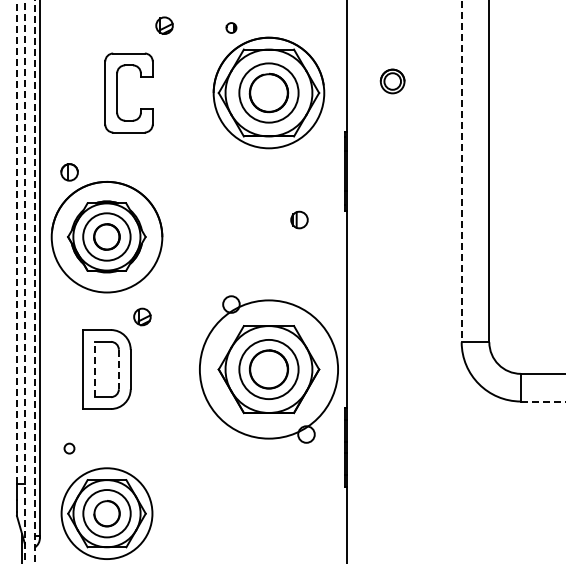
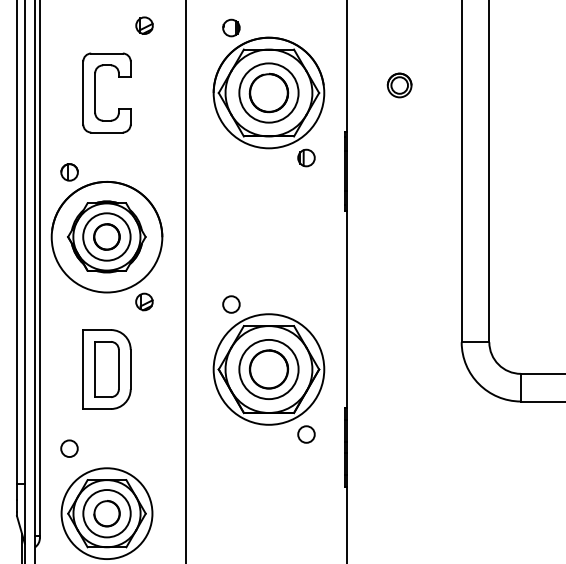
part at (164, 25) position: (164, 25) -> (144, 25)
part at (231, 27) size: 13x12 px -> 19x20 px
part at (392, 81) position: (392, 81) -> (399, 85)
part at (117, 92) position: (117, 92) -> (95, 92)
line at (461, 171): dashed -> solid
part at (299, 219) position: (299, 219) -> (306, 157)
line at (16, 242): dashed -> solid
line at (35, 281): dashed -> solid
line at (186, 281): none -> present
line at (24, 282): dashed -> solid
part at (142, 316) position: (142, 316) -> (144, 301)
line at (95, 369): dashed -> solid
line at (118, 369): dashed -> solid
circle at (268, 369) diameter: 138 px -> 111 px
line at (543, 401): dashed -> solid
circle at (69, 448) size: 13x13 px -> 19x19 px
